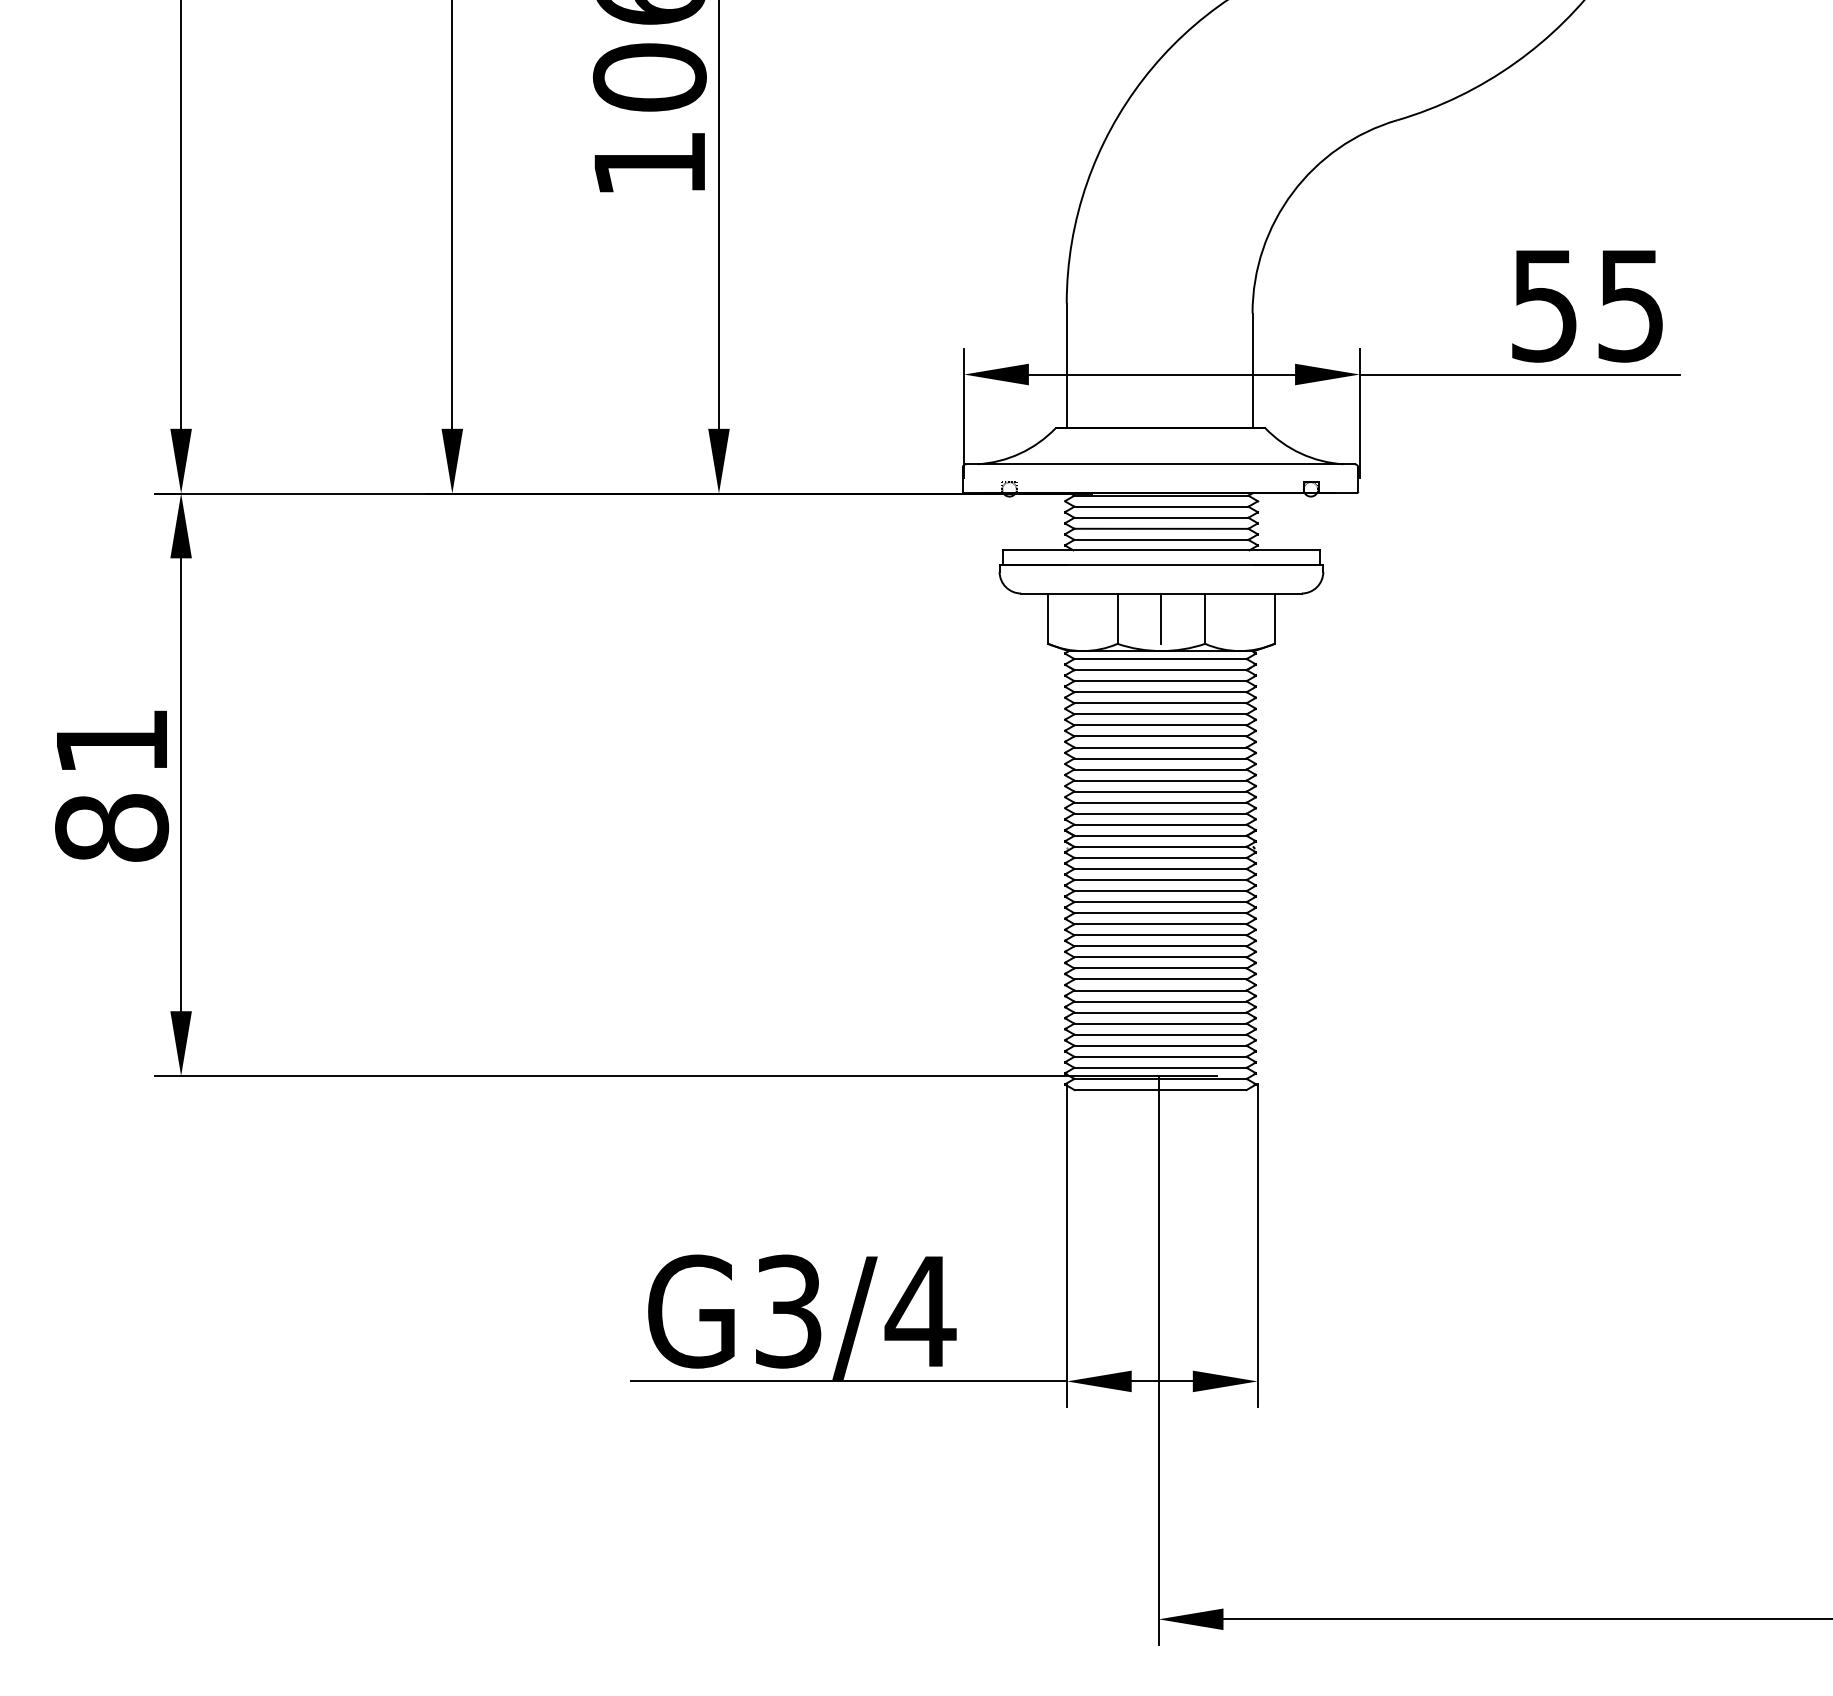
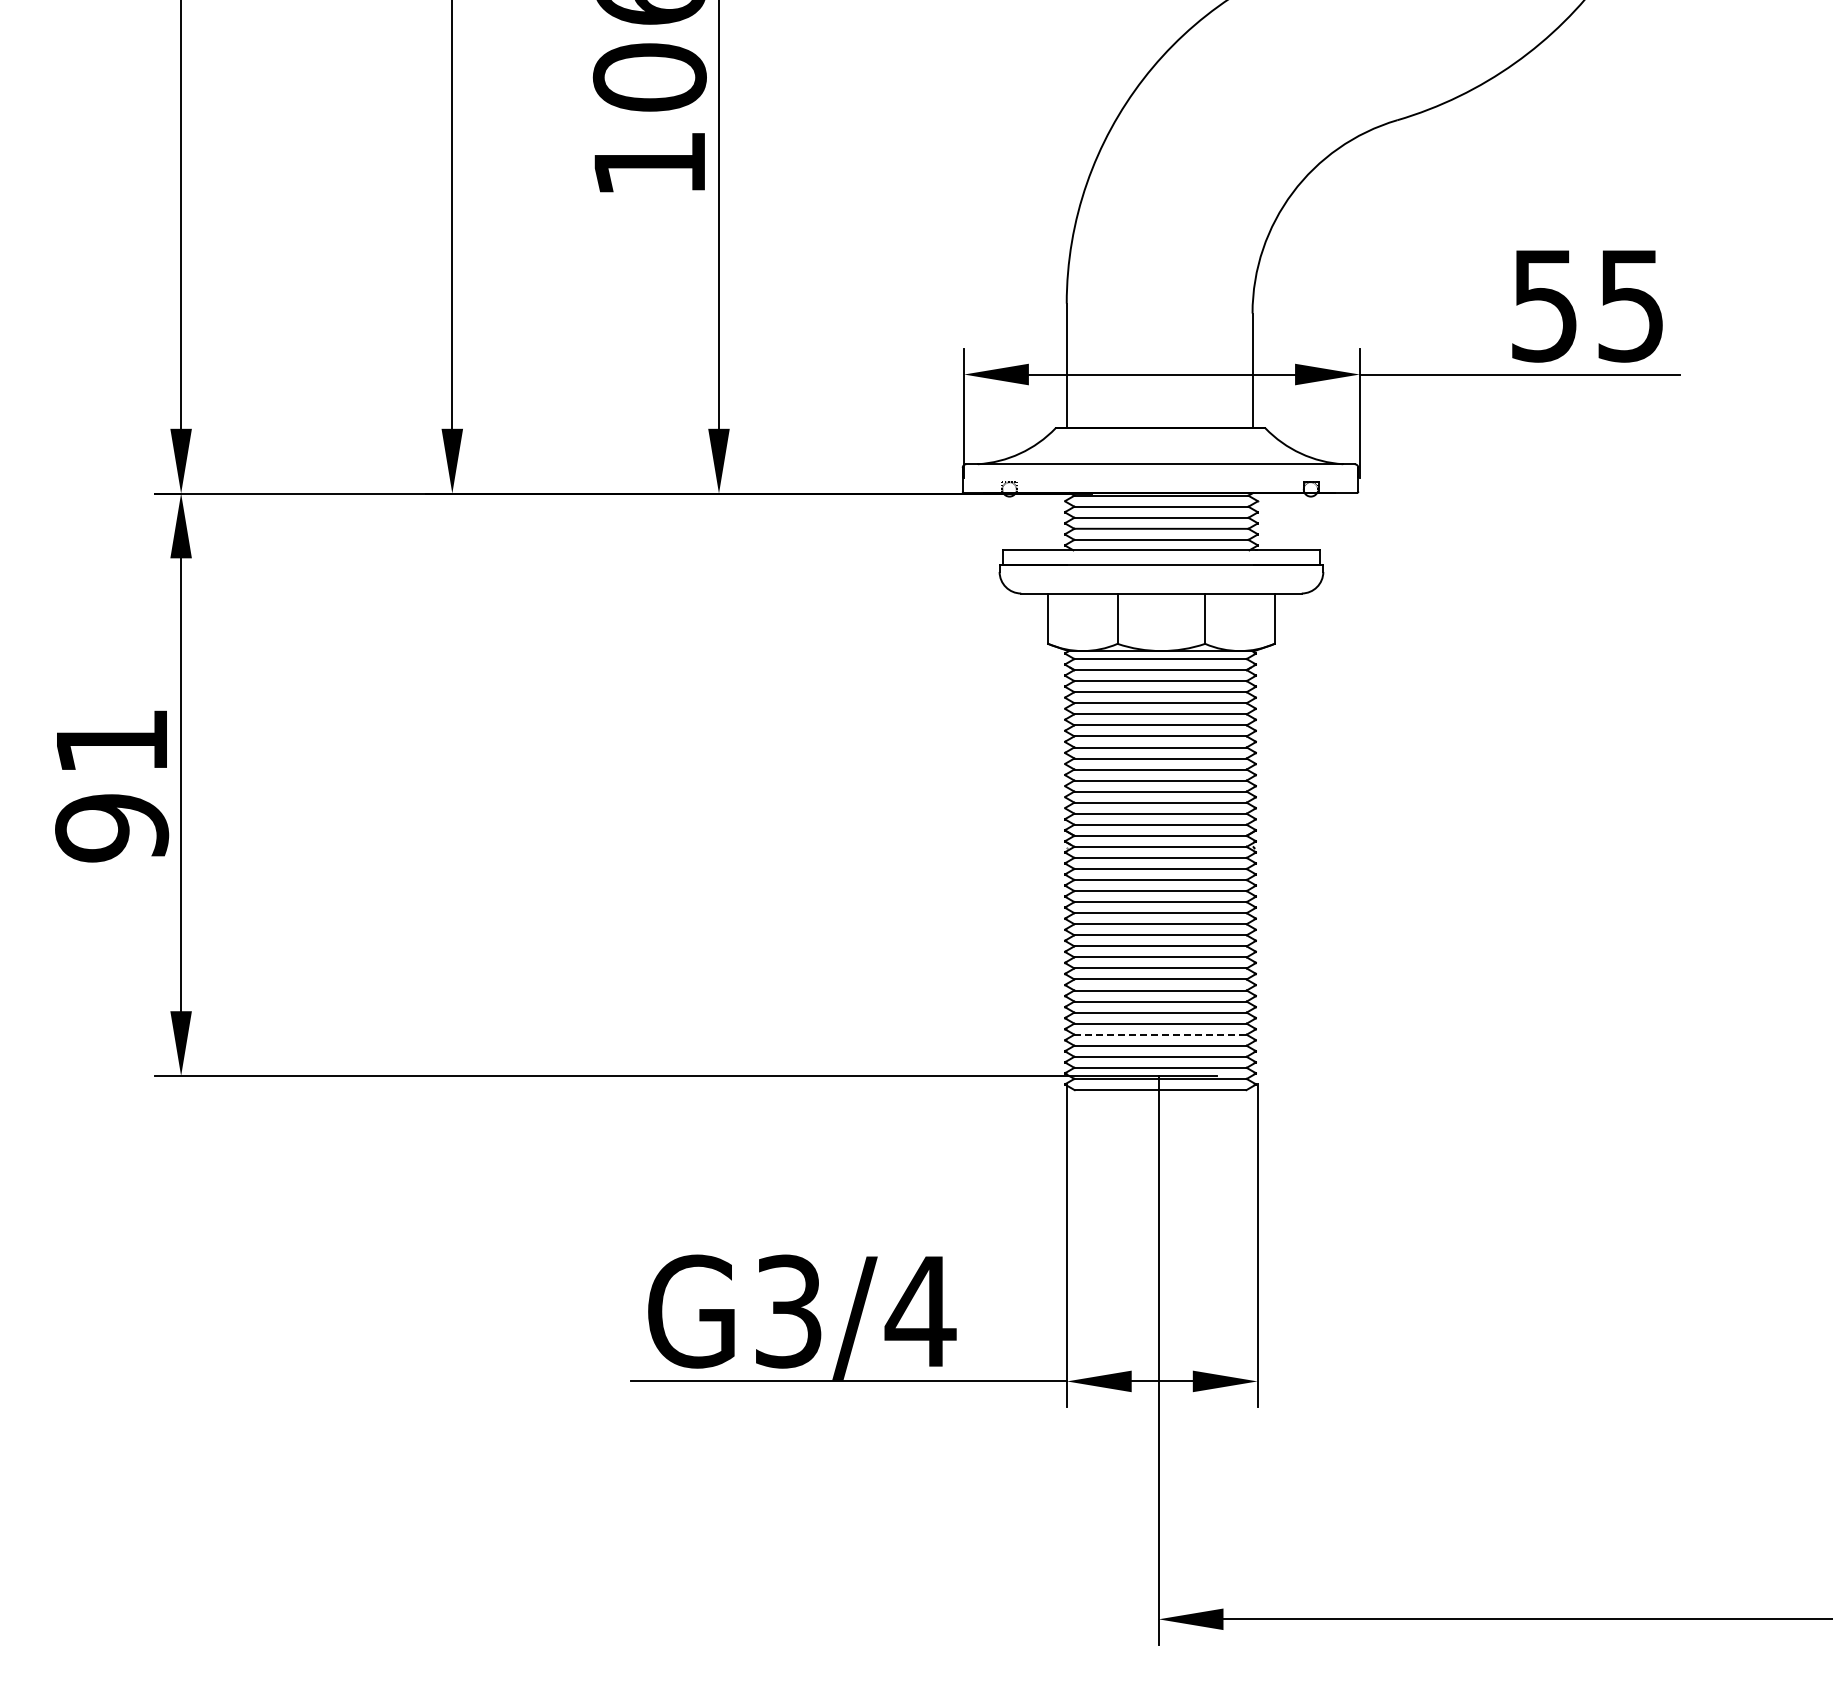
line at (1161, 618): present -> none
text at (112, 828): 81 -> 91
line at (1161, 1034): solid -> dashed
